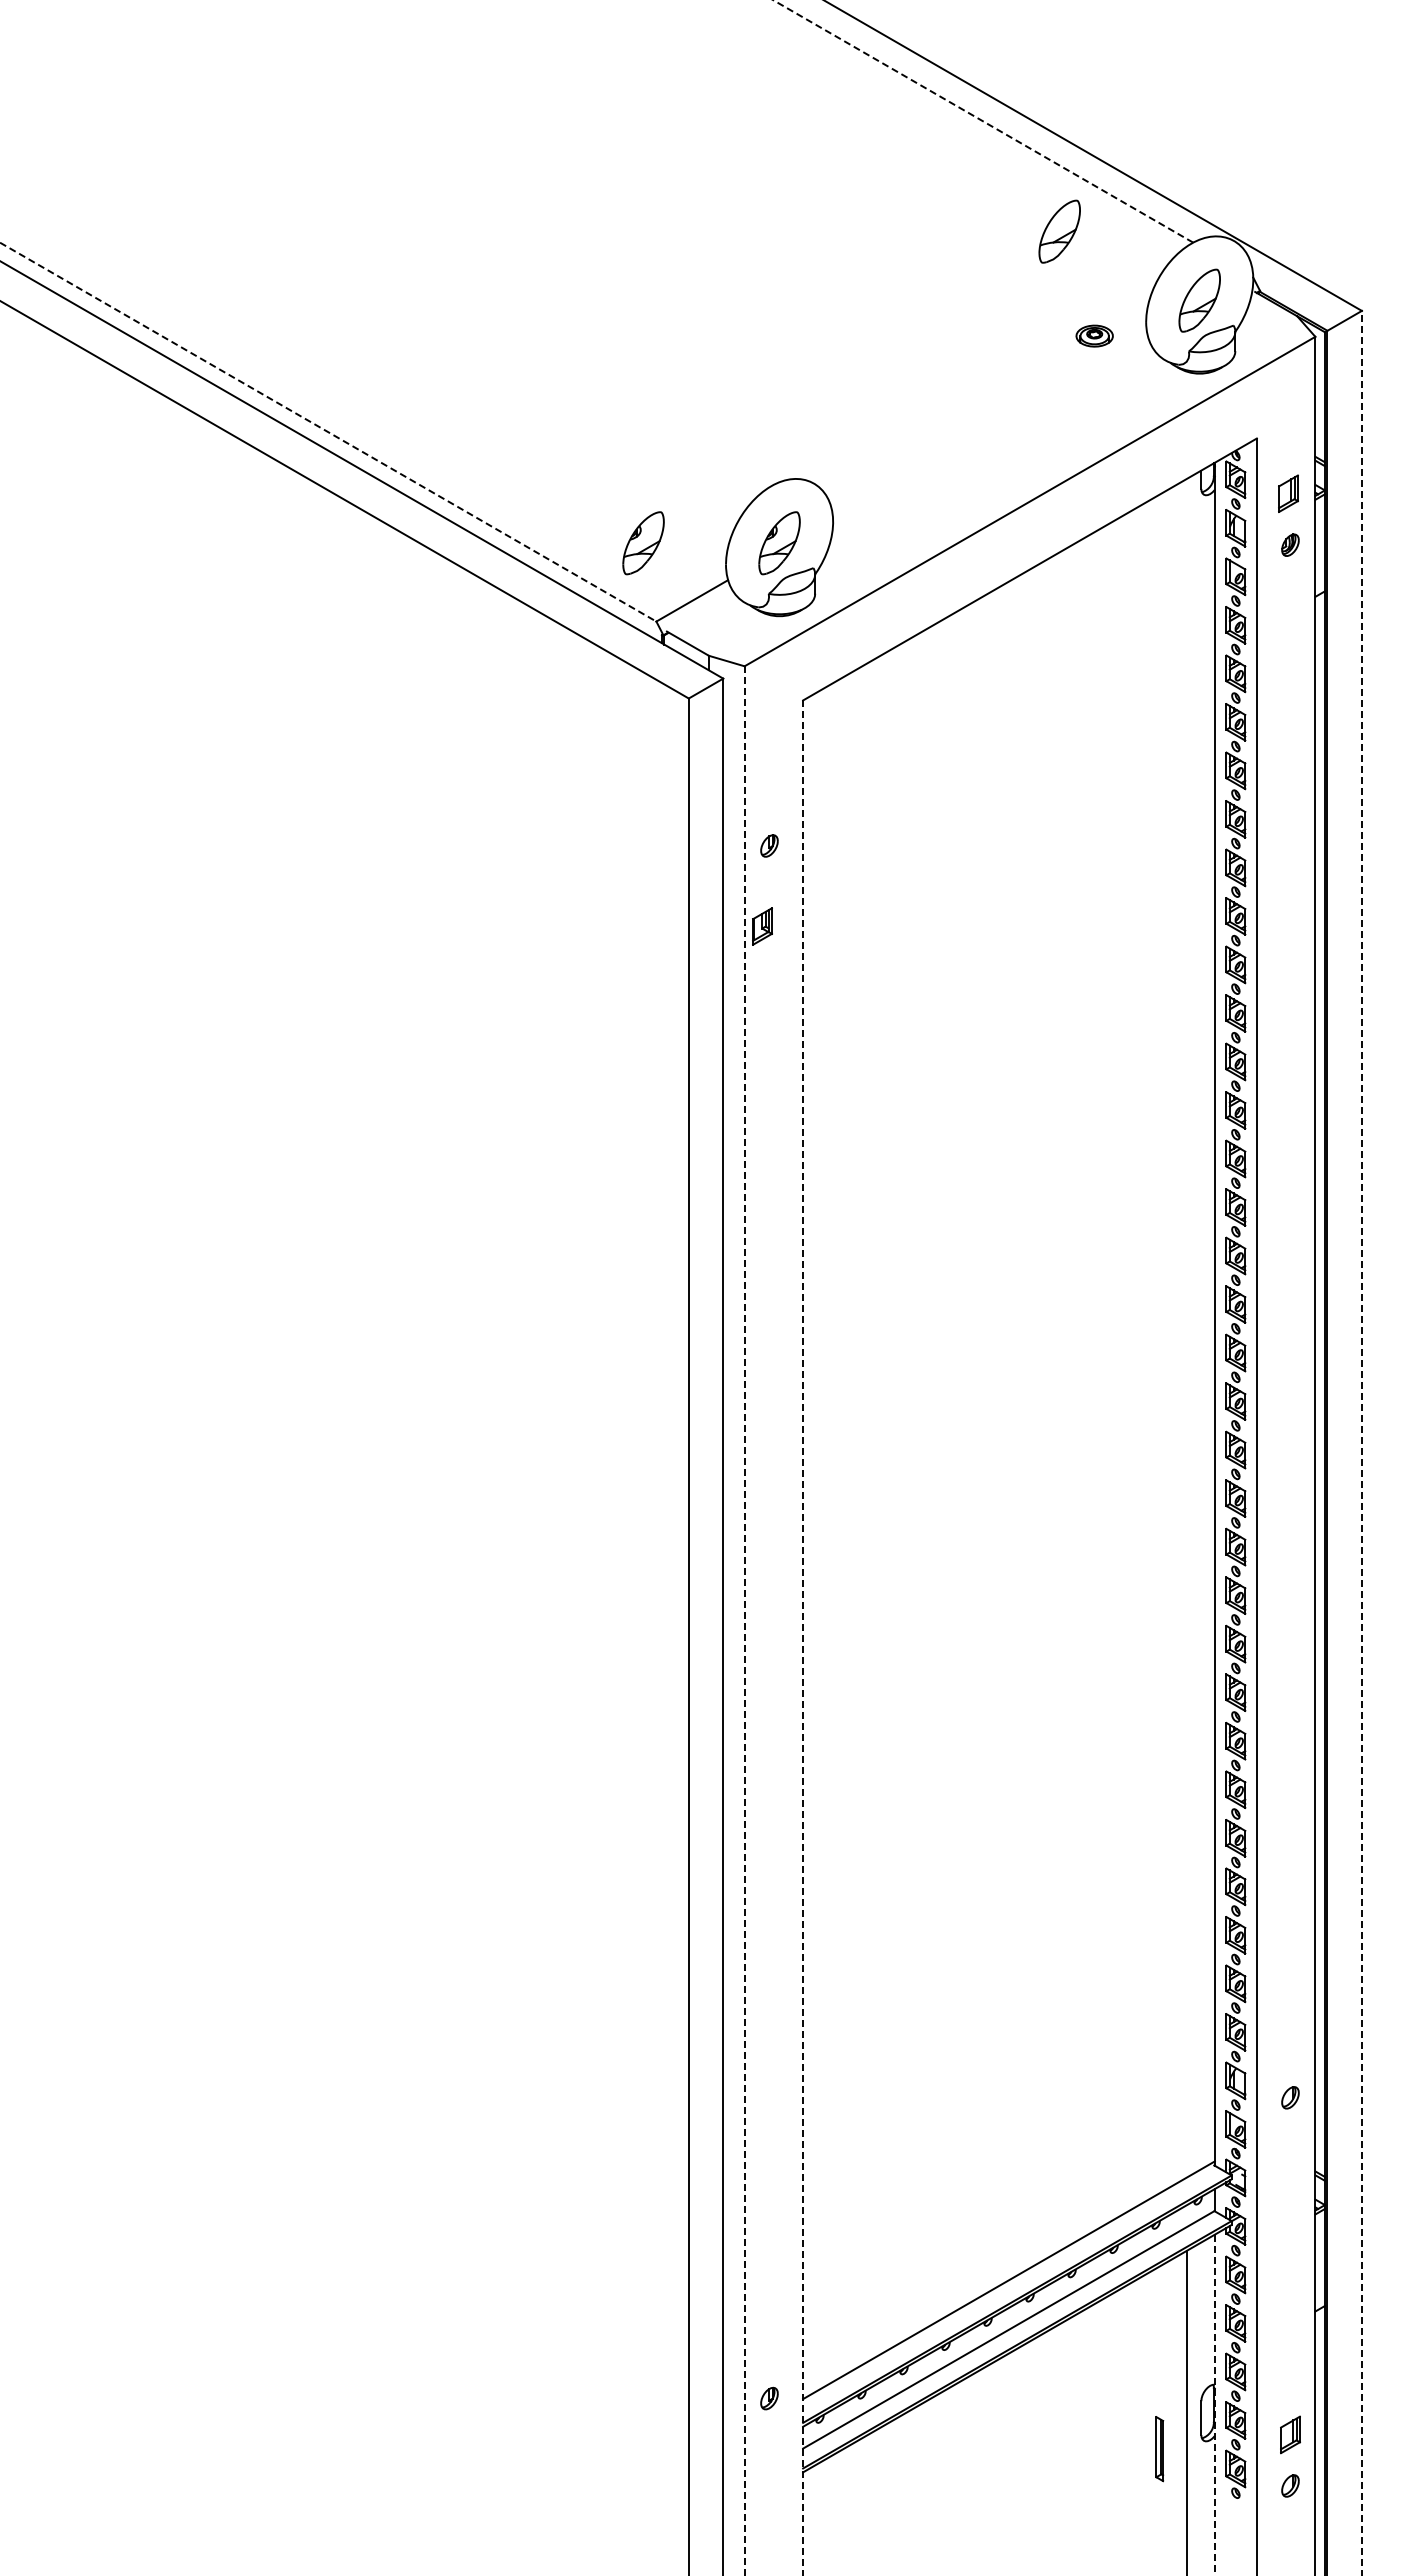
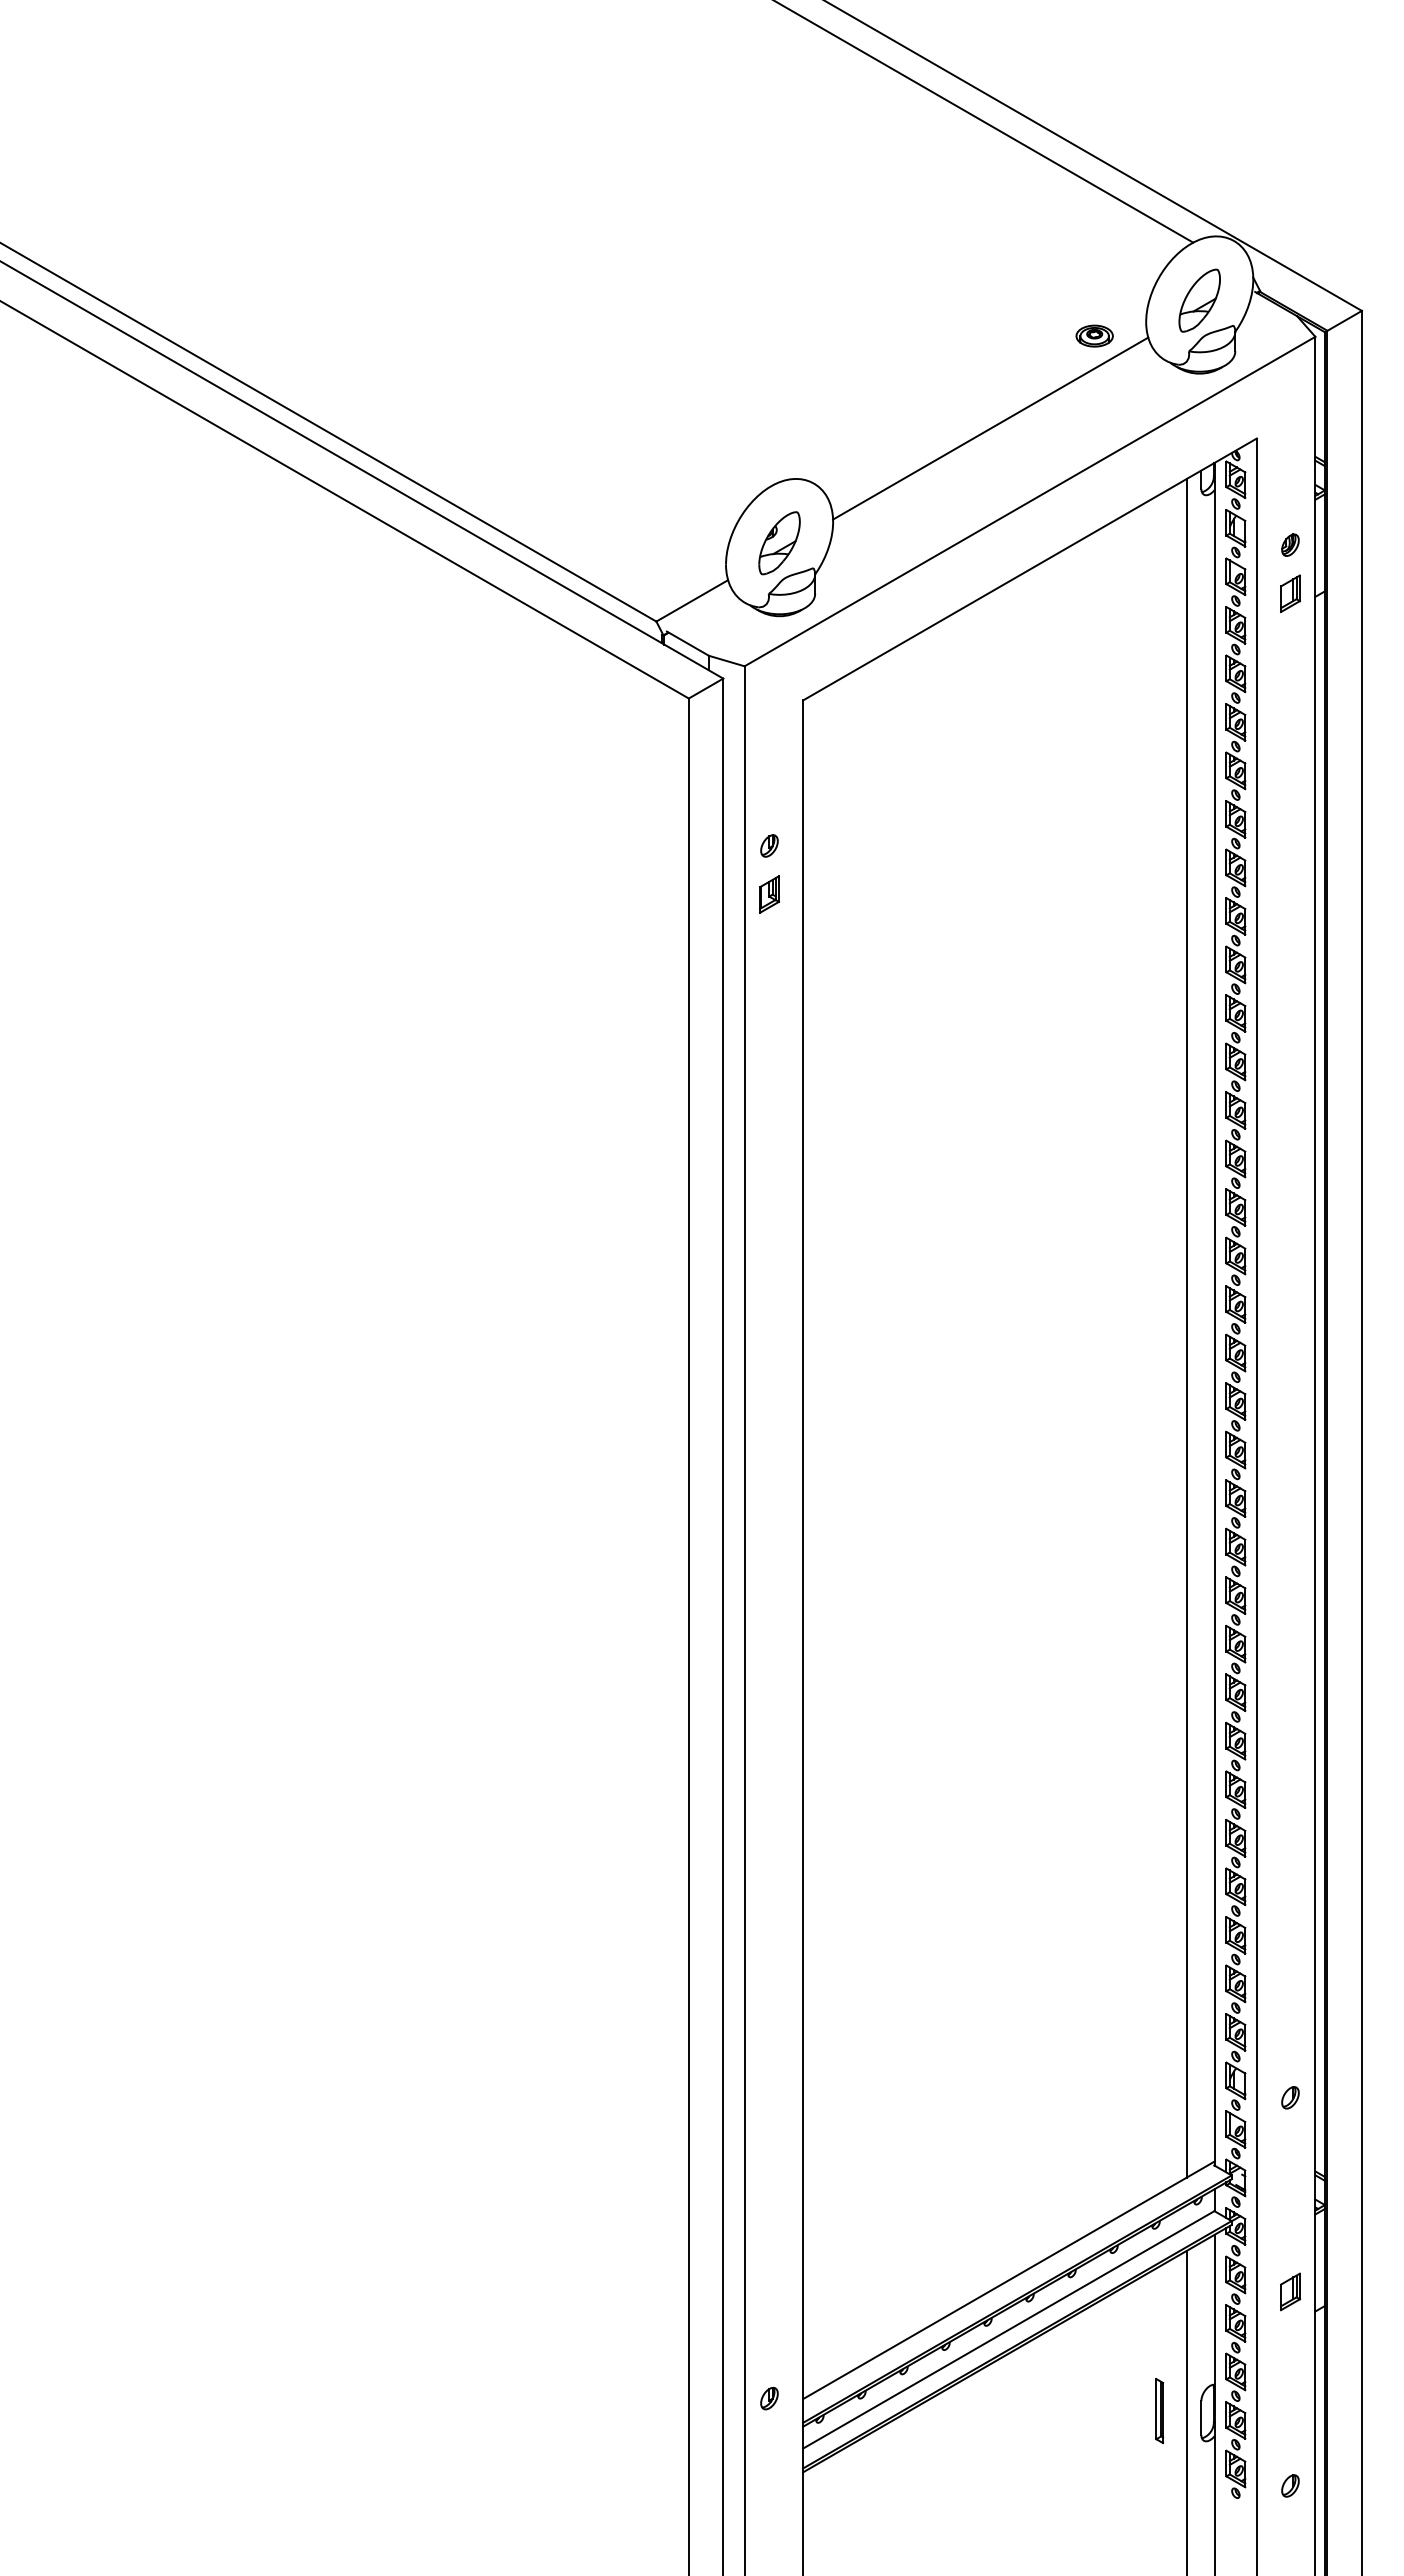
line at (982, 121): dashed -> solid
part at (1059, 231): present -> none
line at (990, 428): none -> present
line at (329, 432): dashed -> solid
part at (1288, 493) position: (1288, 493) -> (1290, 593)
part at (643, 543): present -> none
part at (762, 926) position: (762, 926) -> (769, 894)
line at (1186, 1328): none -> present
line at (1361, 1442): dashed -> solid
line at (744, 1621): dashed -> solid
line at (803, 1638): dashed -> solid
line at (1214, 2405): dashed -> solid
part at (1290, 2434) position: (1290, 2434) -> (1290, 2291)
part at (1159, 2449) position: (1159, 2449) -> (1159, 2411)
